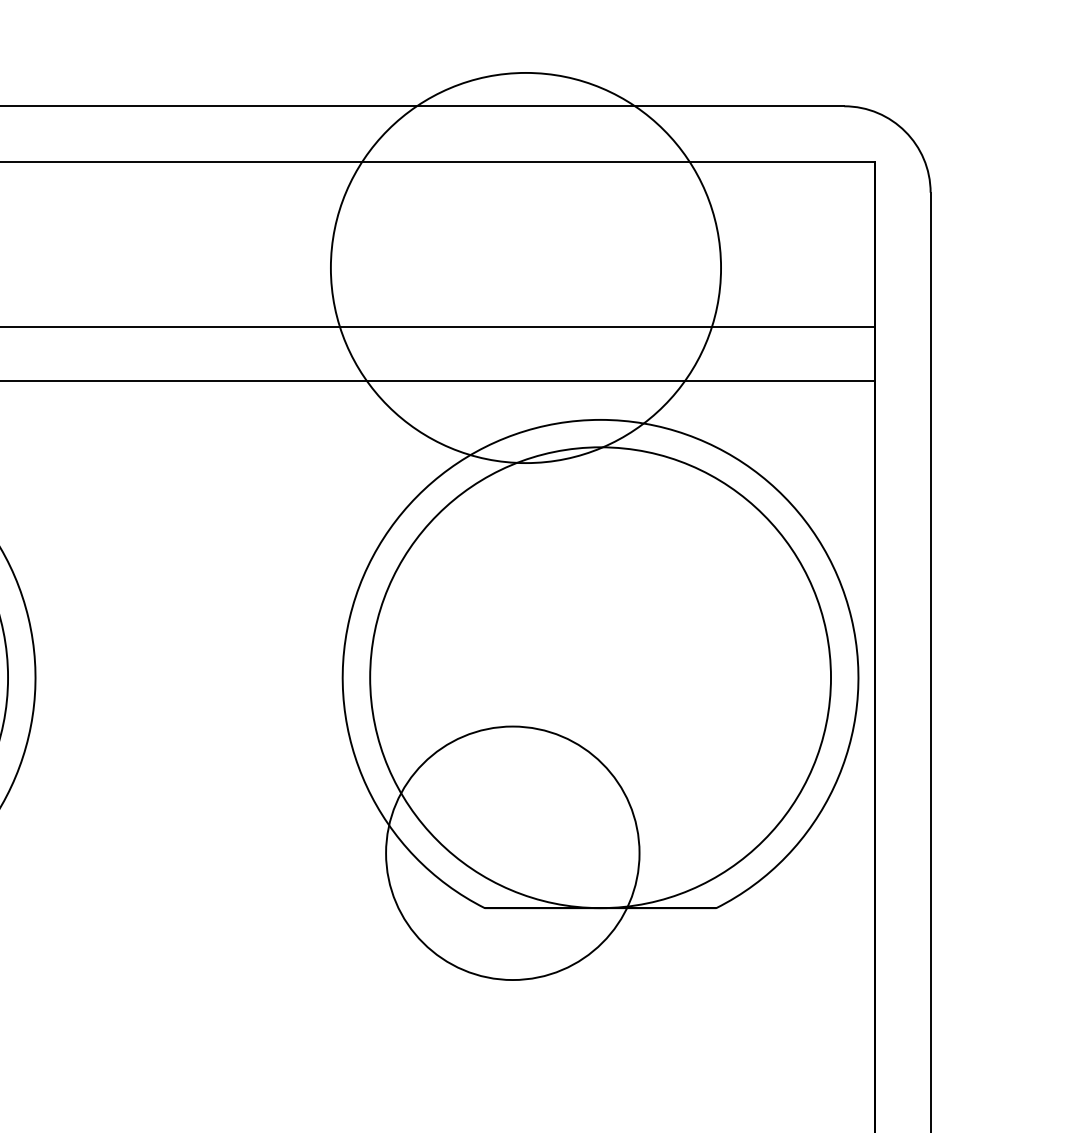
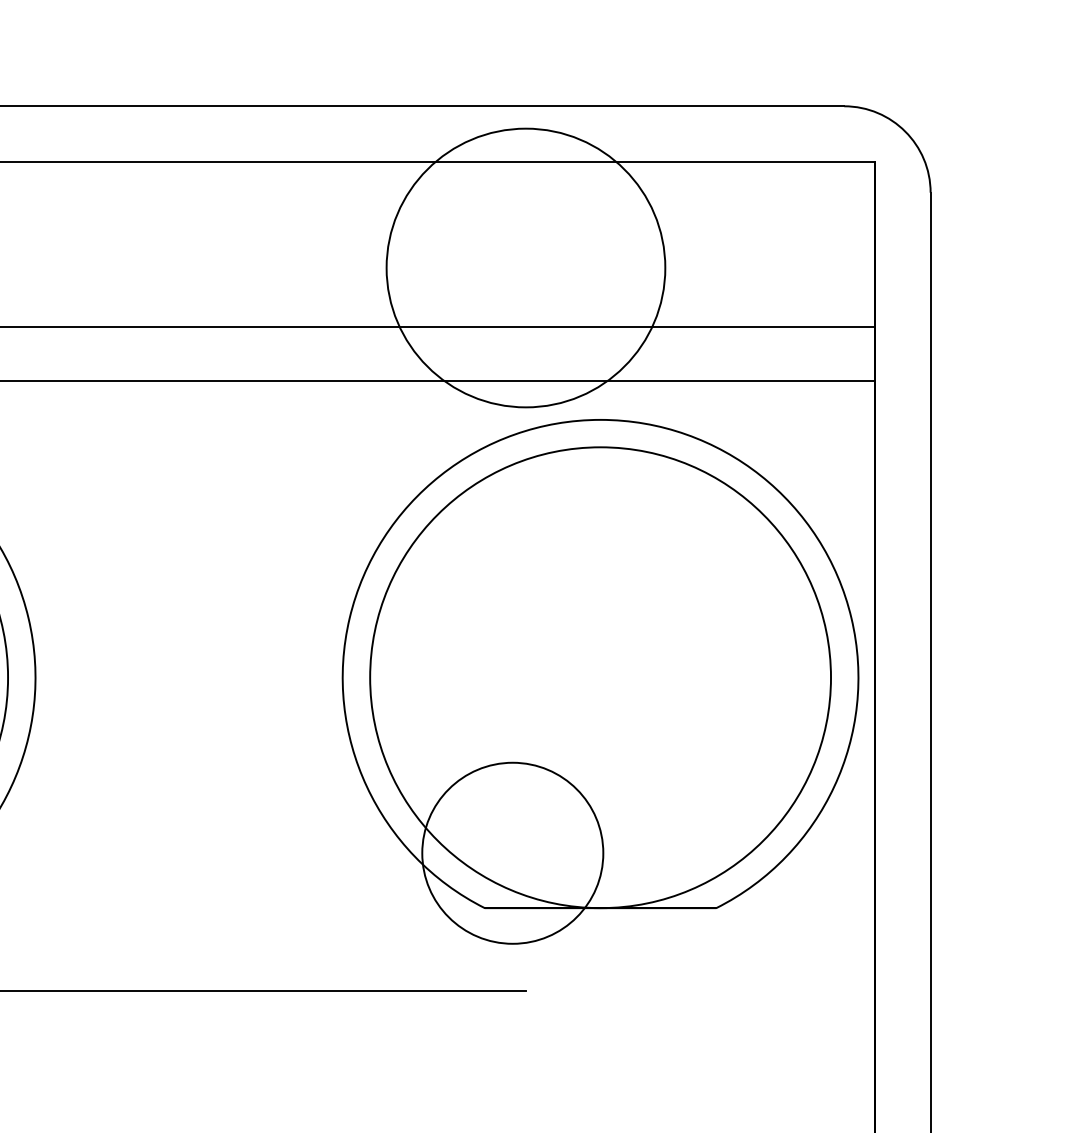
circle at (525, 267) diameter: 390 px -> 279 px
circle at (512, 853) diameter: 253 px -> 181 px
line at (263, 991): none -> present
